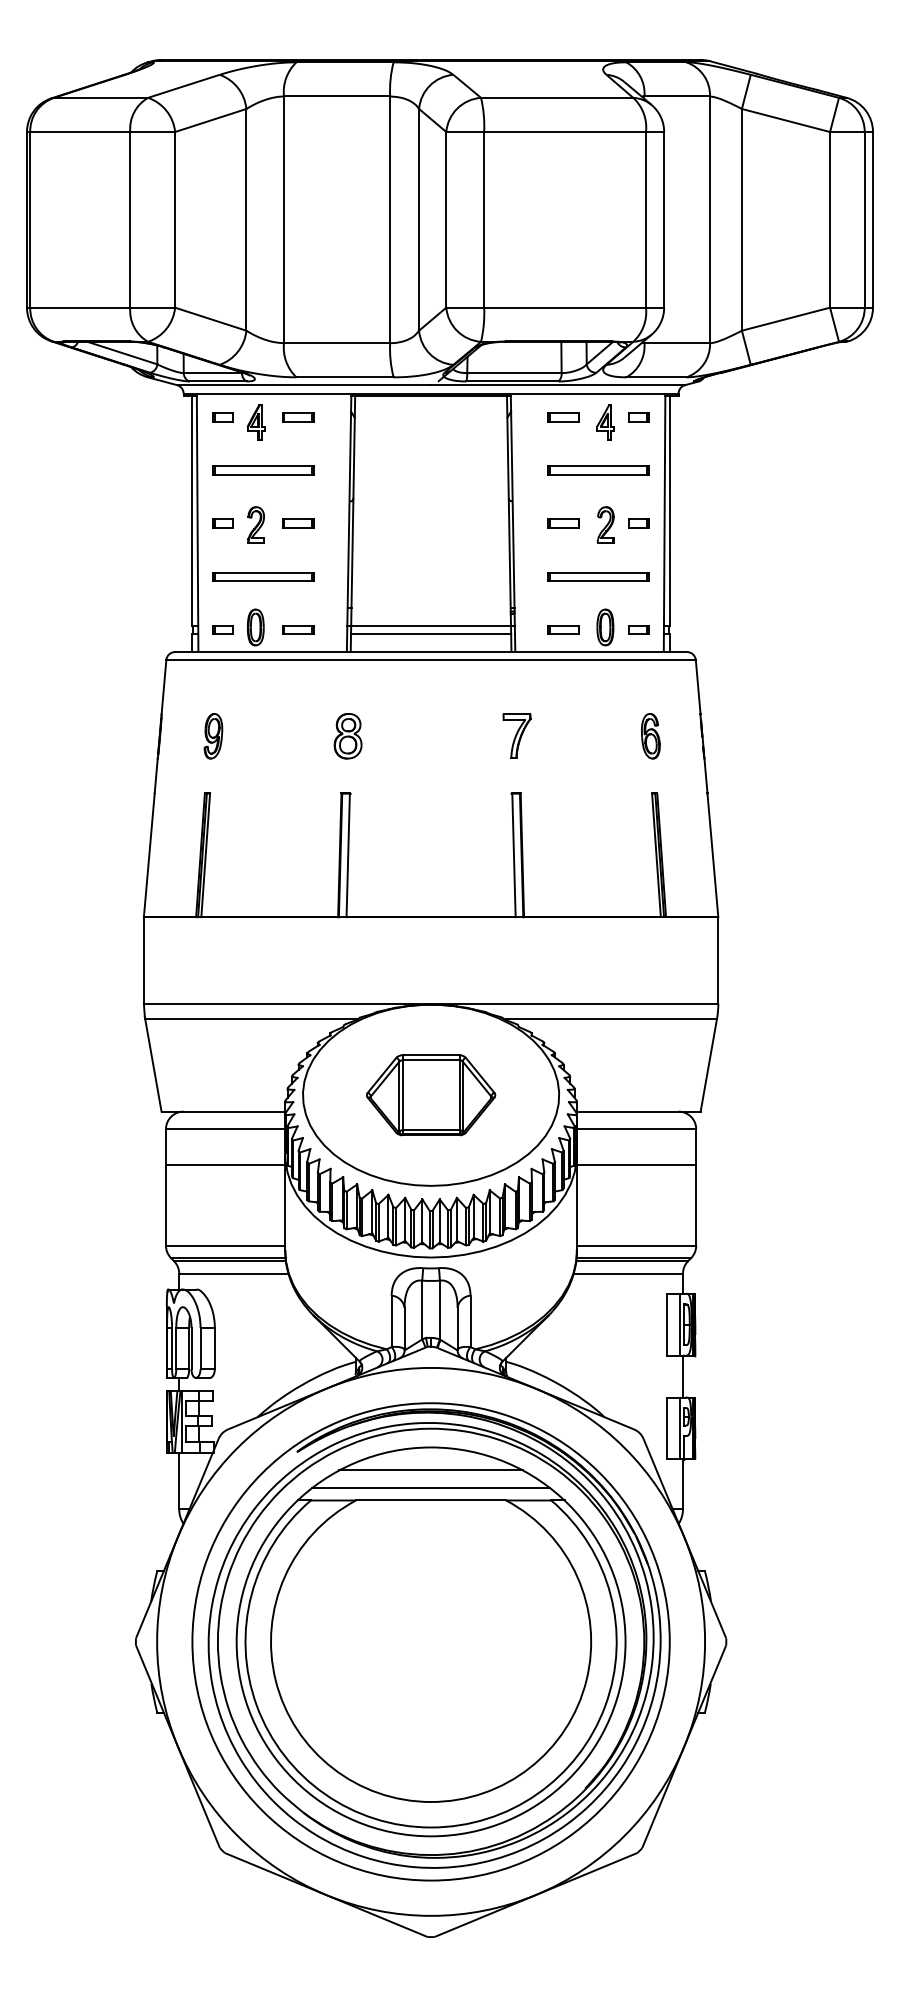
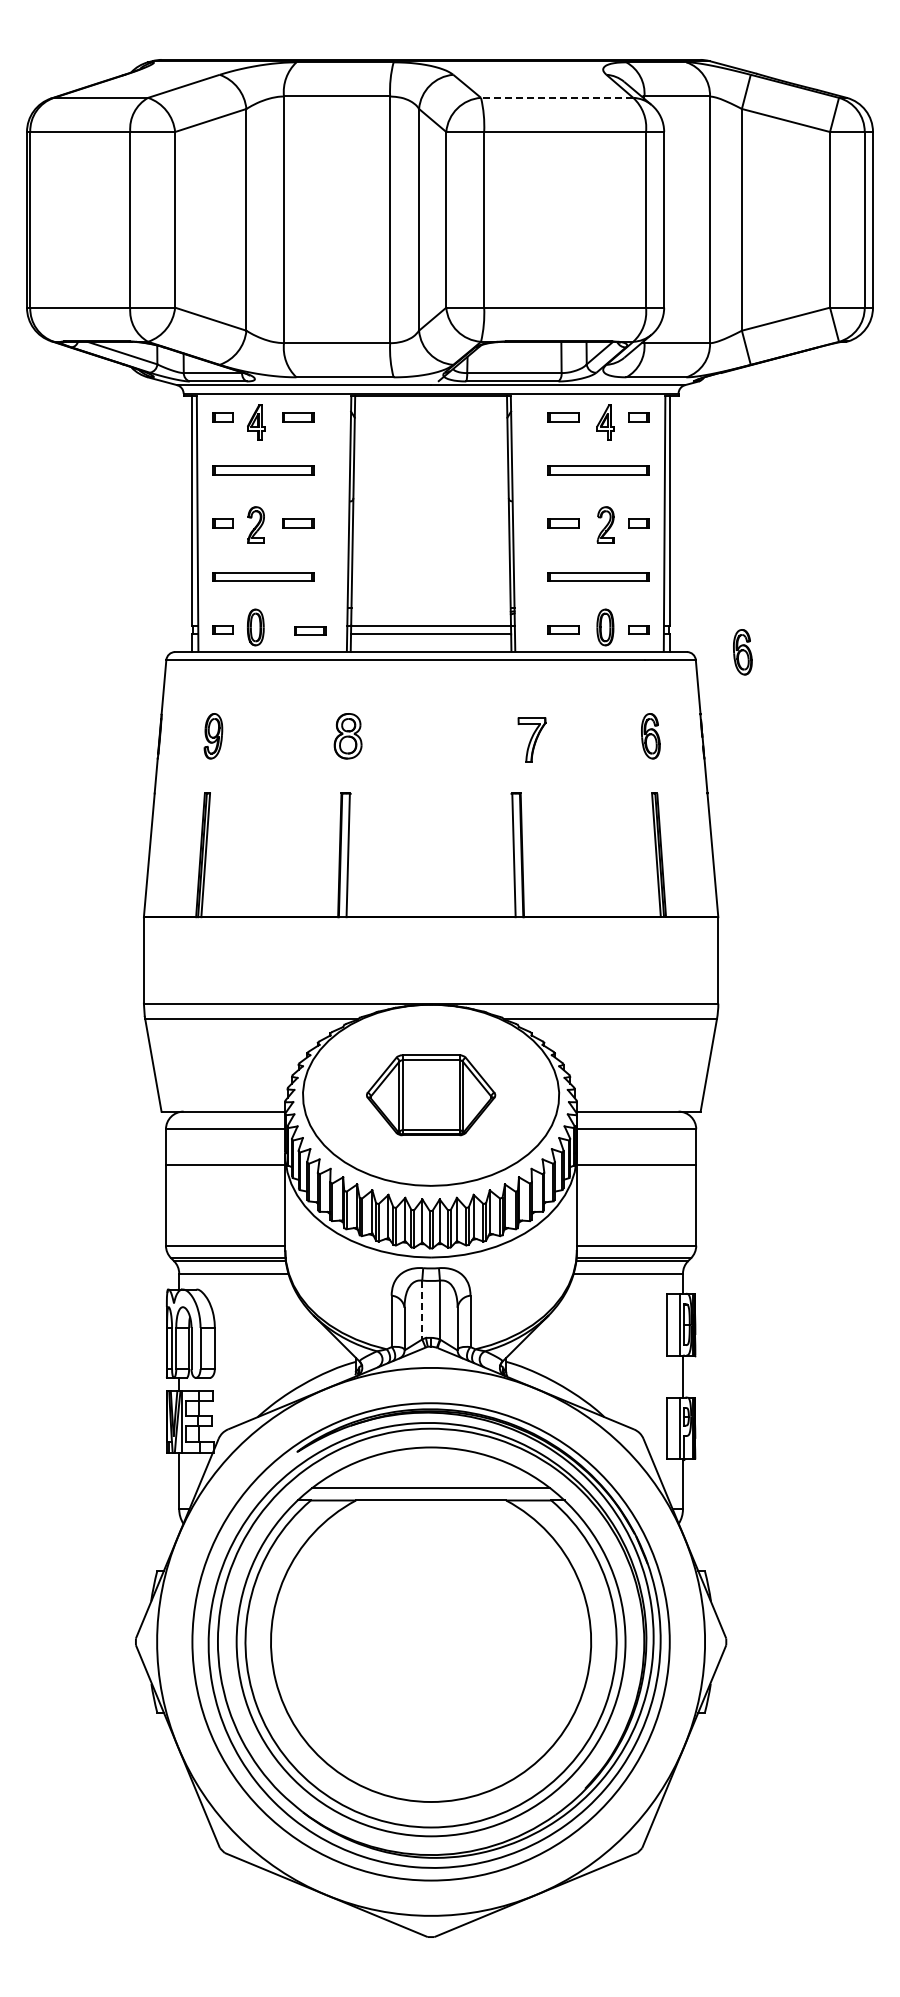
line at (556, 97): solid -> dashed
part at (298, 629) position: (298, 629) -> (310, 630)
part at (742, 652): none -> present
part at (516, 735) position: (516, 735) -> (531, 739)
line at (422, 1310): solid -> dashed
line at (430, 1470): present -> none
